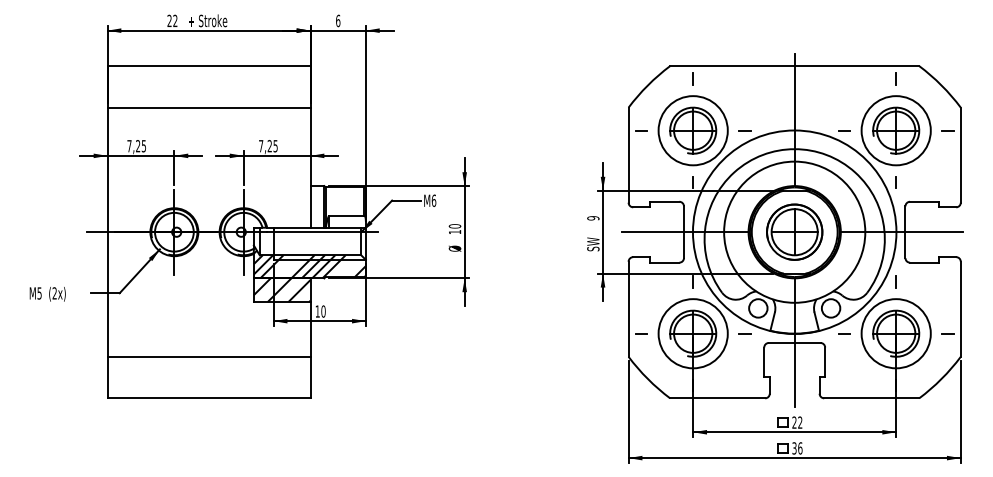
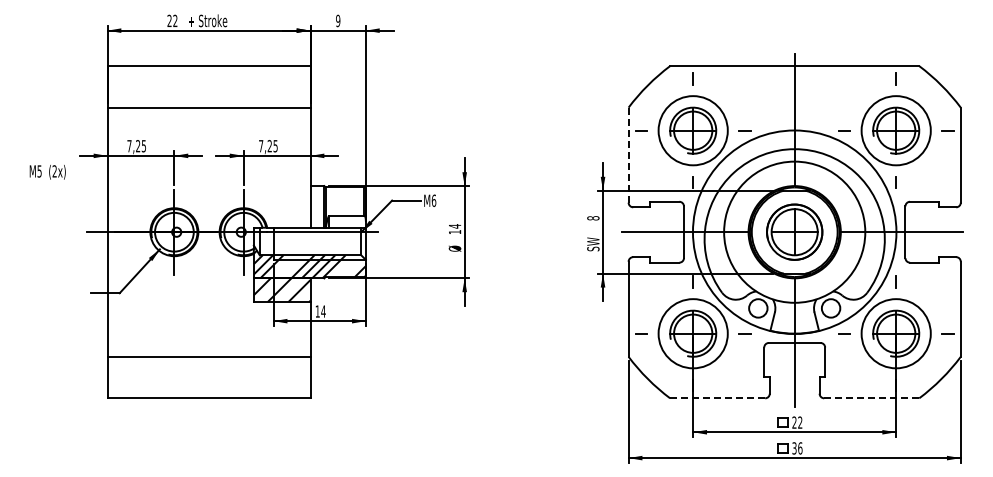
text at (338, 20): 6 -> 9
line at (628, 155): solid -> dashed
text at (593, 218): 9 -> 8
text at (454, 226): 10 -> 14
text at (47, 294) position: (47, 294) -> (47, 172)
text at (323, 311): 10 -> 14
line at (717, 398): solid -> dashed
line at (871, 398): solid -> dashed
